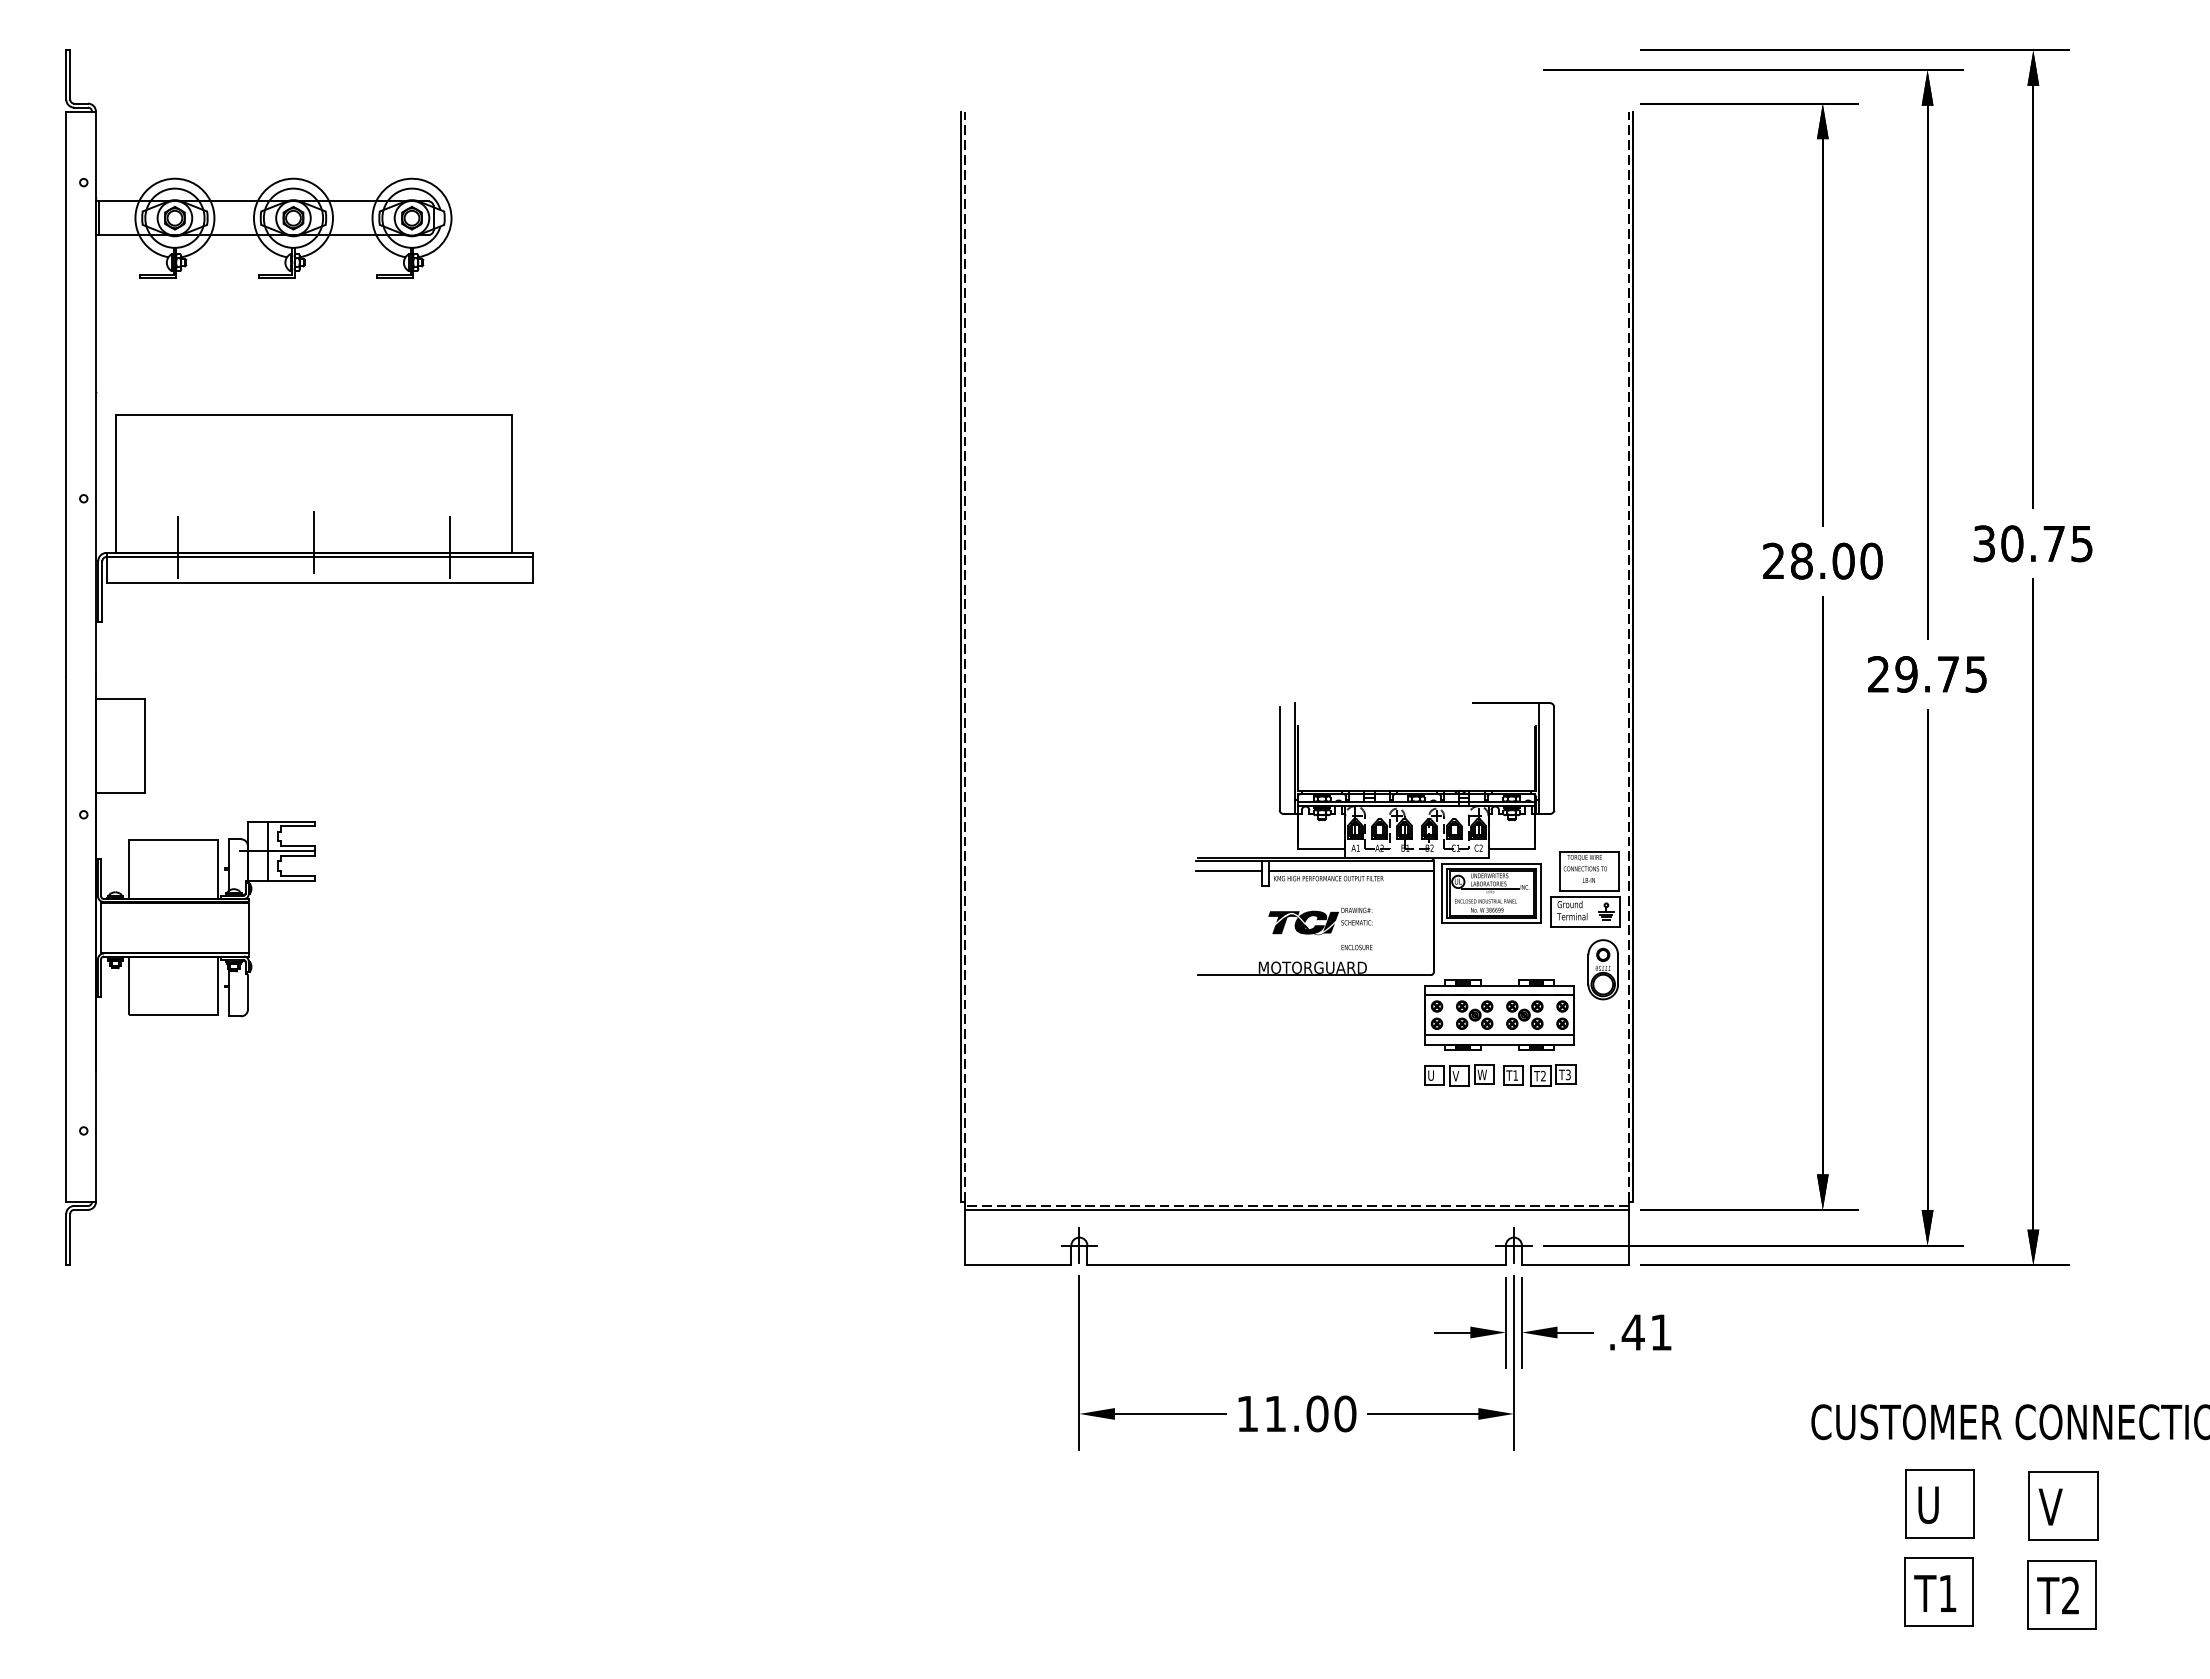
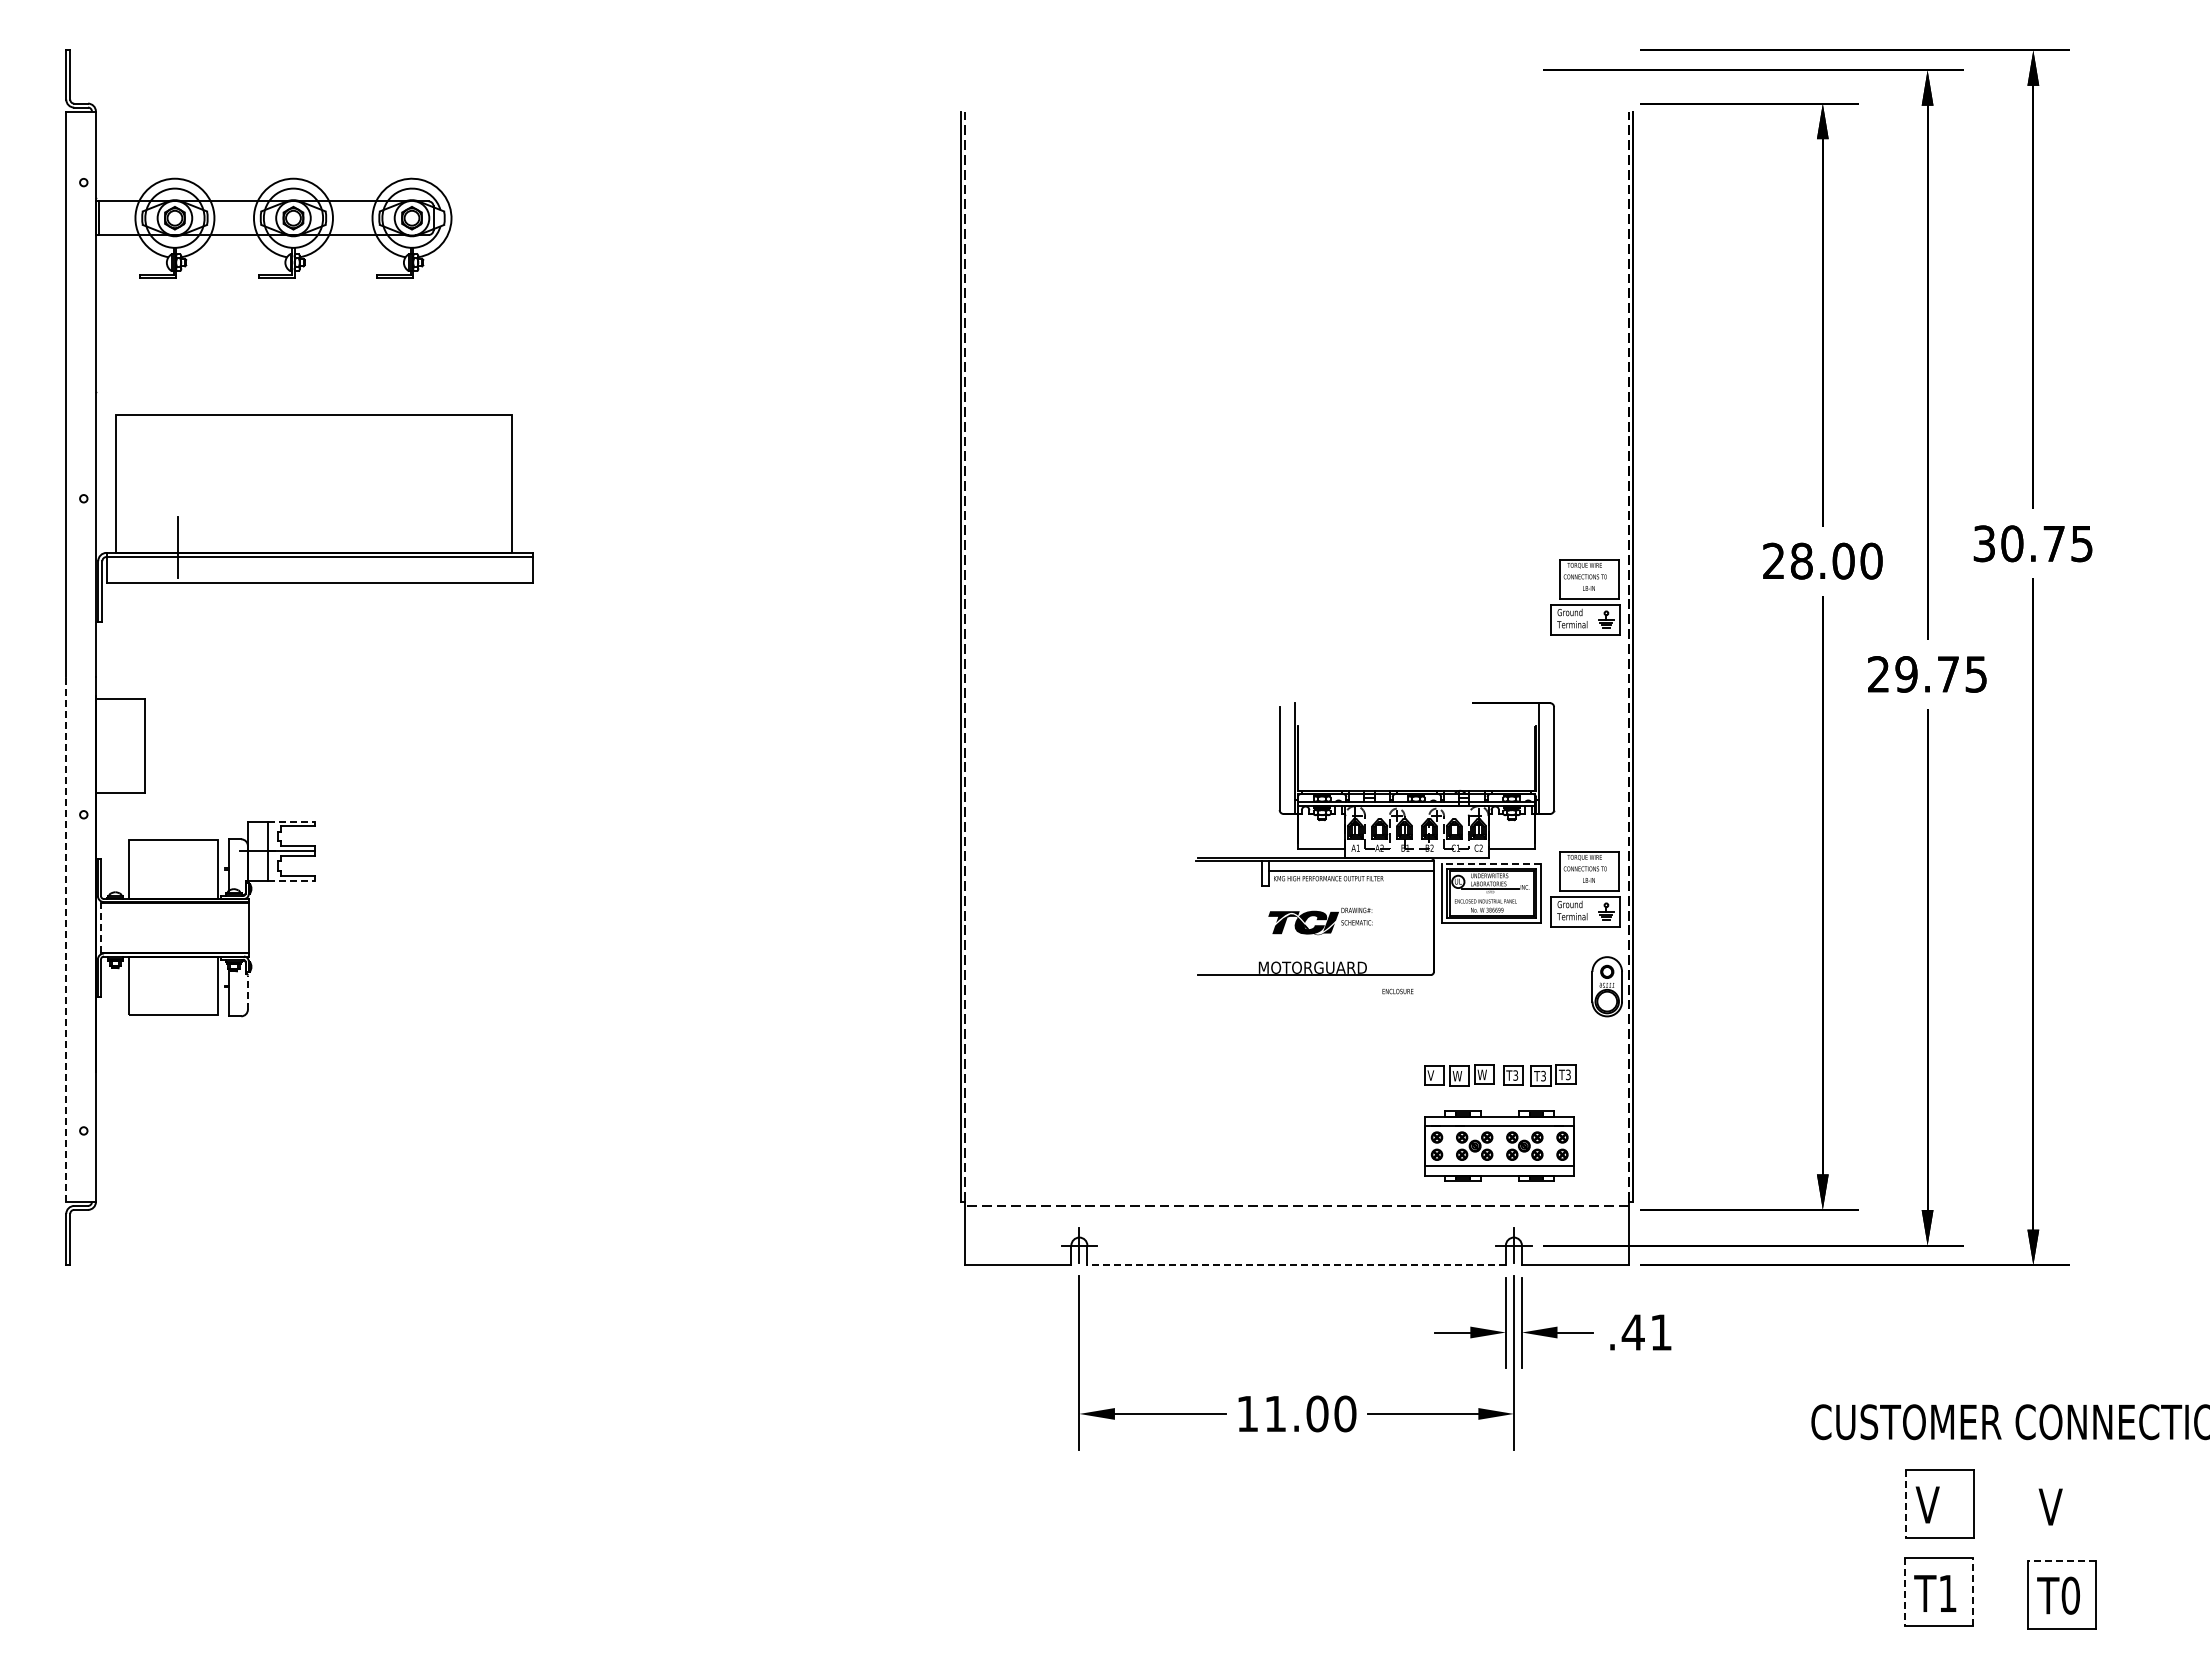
line at (313, 541): present -> none
line at (449, 547): present -> none
part at (1585, 597): none -> present
line at (291, 821): solid -> dashed
line at (1491, 863): solid -> dashed
line at (1228, 870): present -> none
line at (291, 880): solid -> dashed
line at (100, 927): solid -> dashed
line at (66, 939): solid -> dashed
text at (1356, 947) position: (1356, 947) -> (1397, 991)
part at (1602, 969) position: (1602, 969) -> (1606, 986)
line at (247, 992): solid -> dashed
part at (1499, 1014) position: (1499, 1014) -> (1499, 1145)
text at (1430, 1075): U -> V
text at (1515, 1075): T1 -> T3
text at (1457, 1076): V -> W
text at (1543, 1076): T2 -> T3
line at (1296, 1209): present -> none
line at (1296, 1265): solid -> dashed
line at (1905, 1504): solid -> dashed
text at (1927, 1505): U -> V
part at (2063, 1505): present -> none
line at (2061, 1560): solid -> dashed
line at (1972, 1591): solid -> dashed
line at (1904, 1592): solid -> dashed
text at (2070, 1595): T2 -> T0
